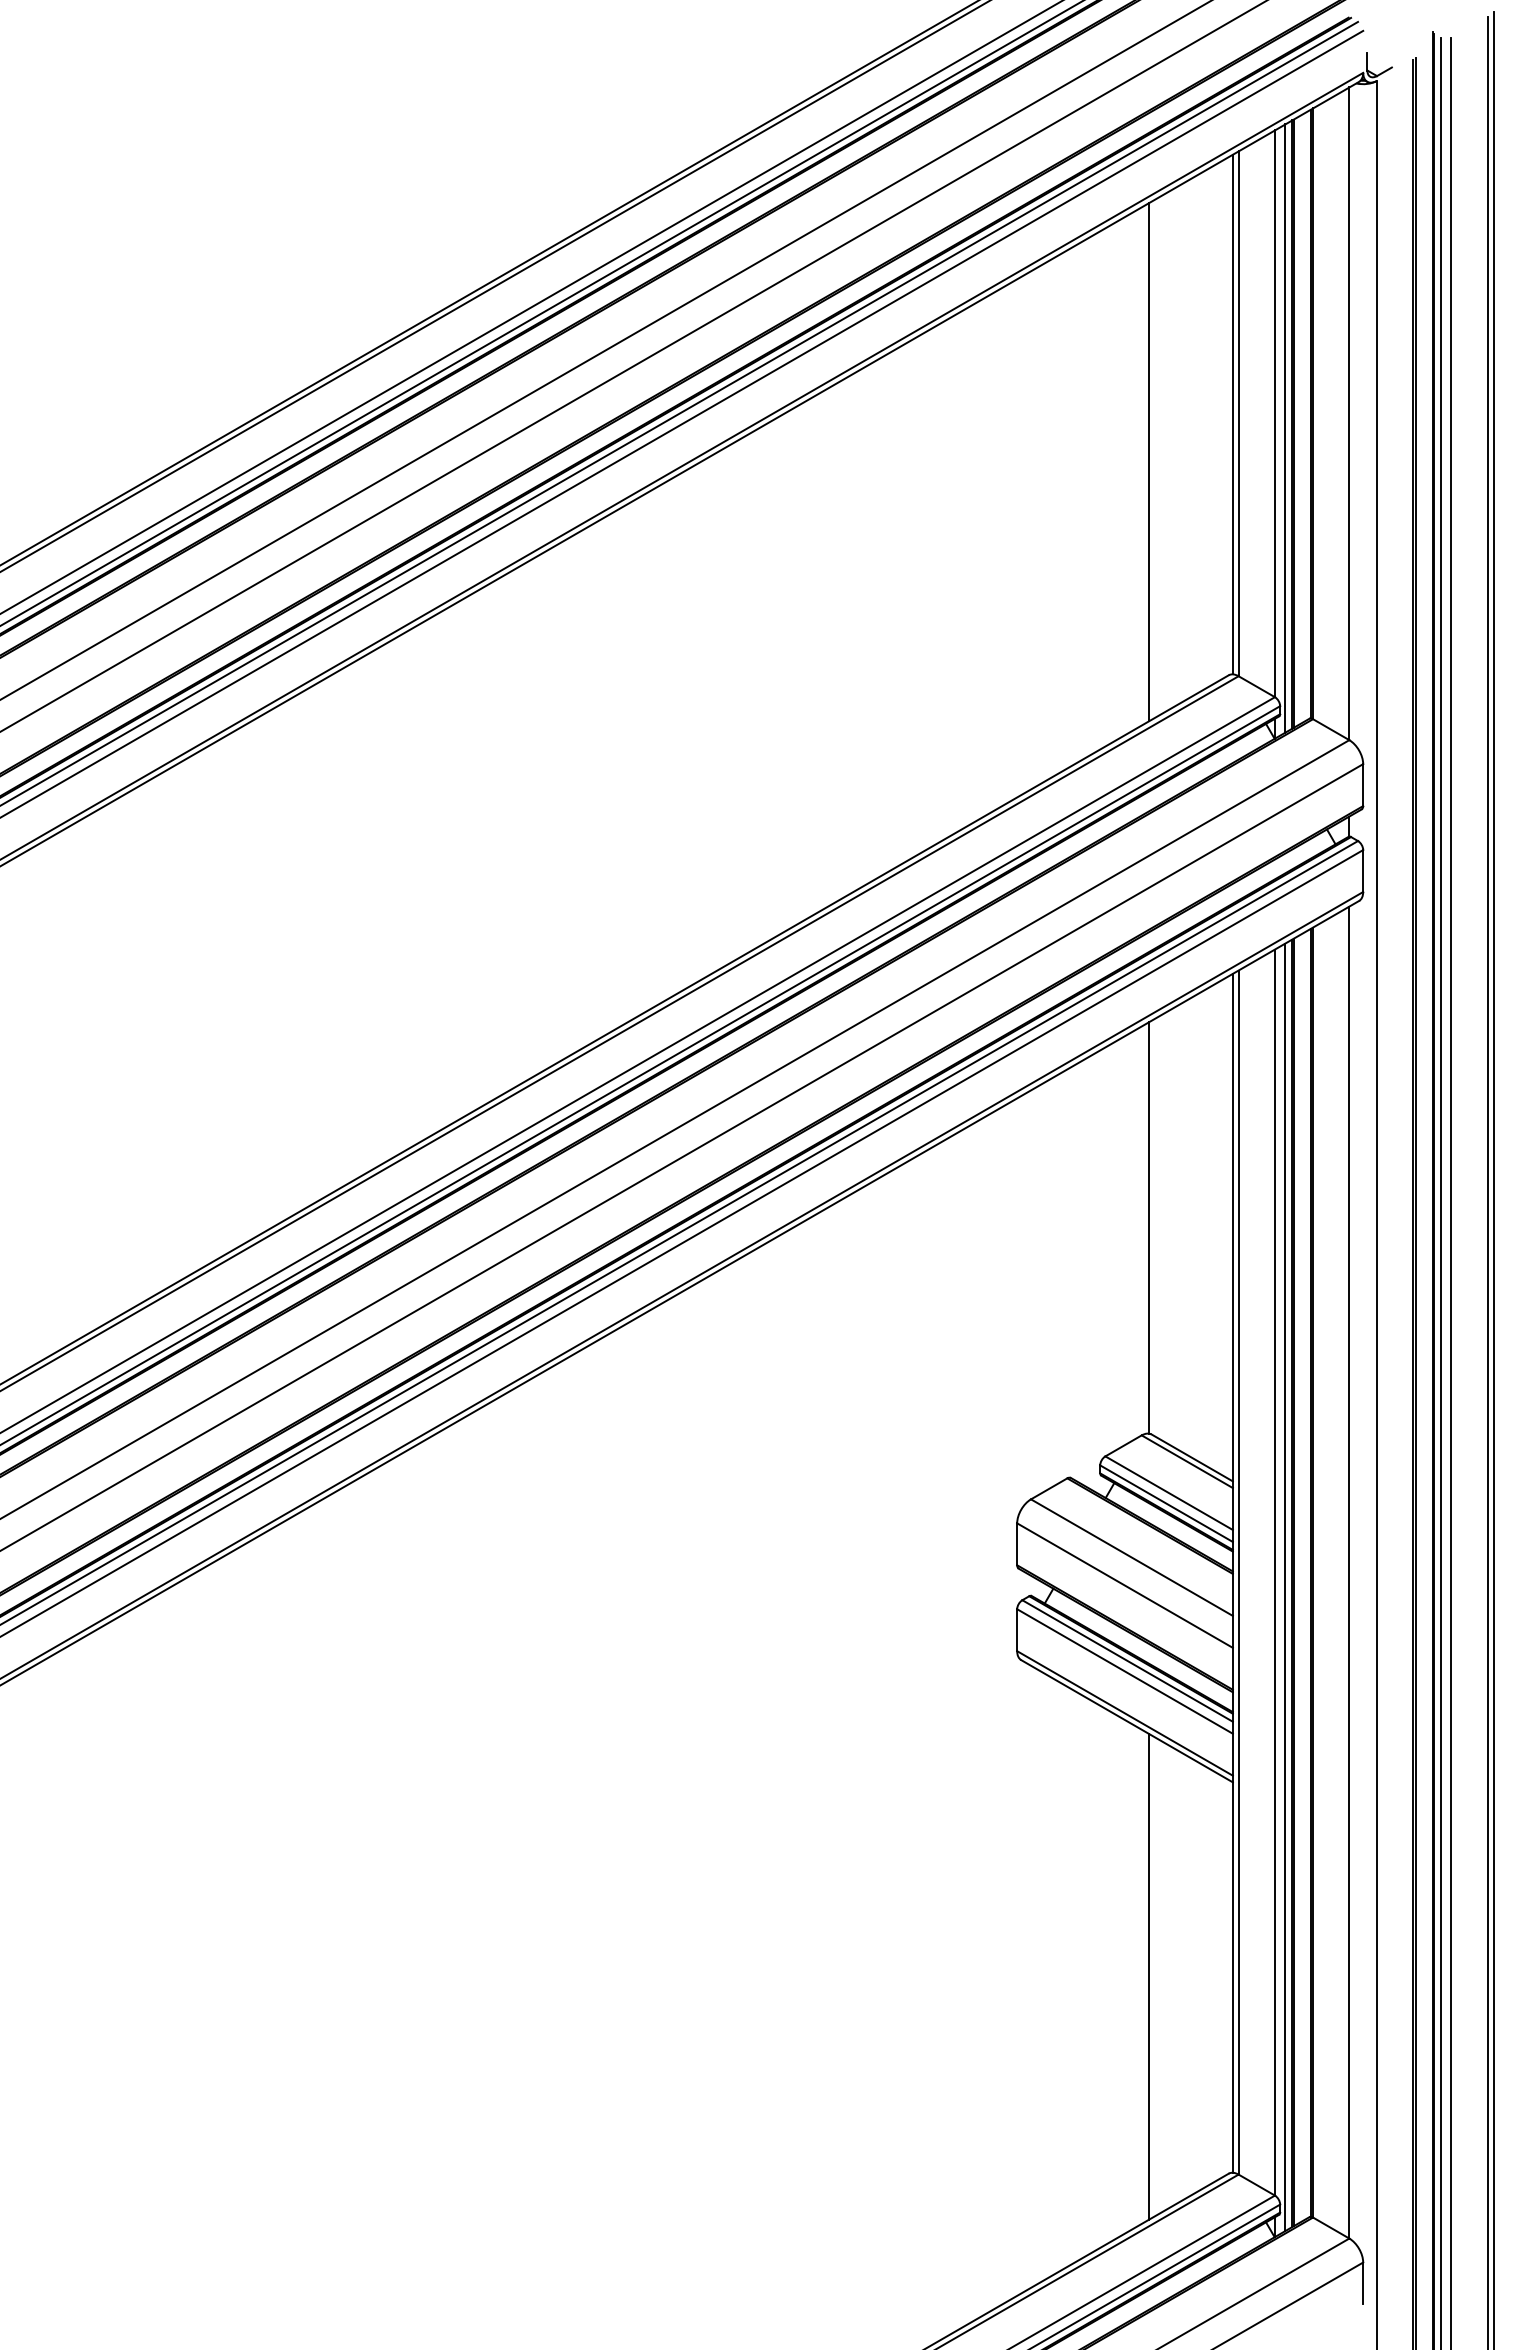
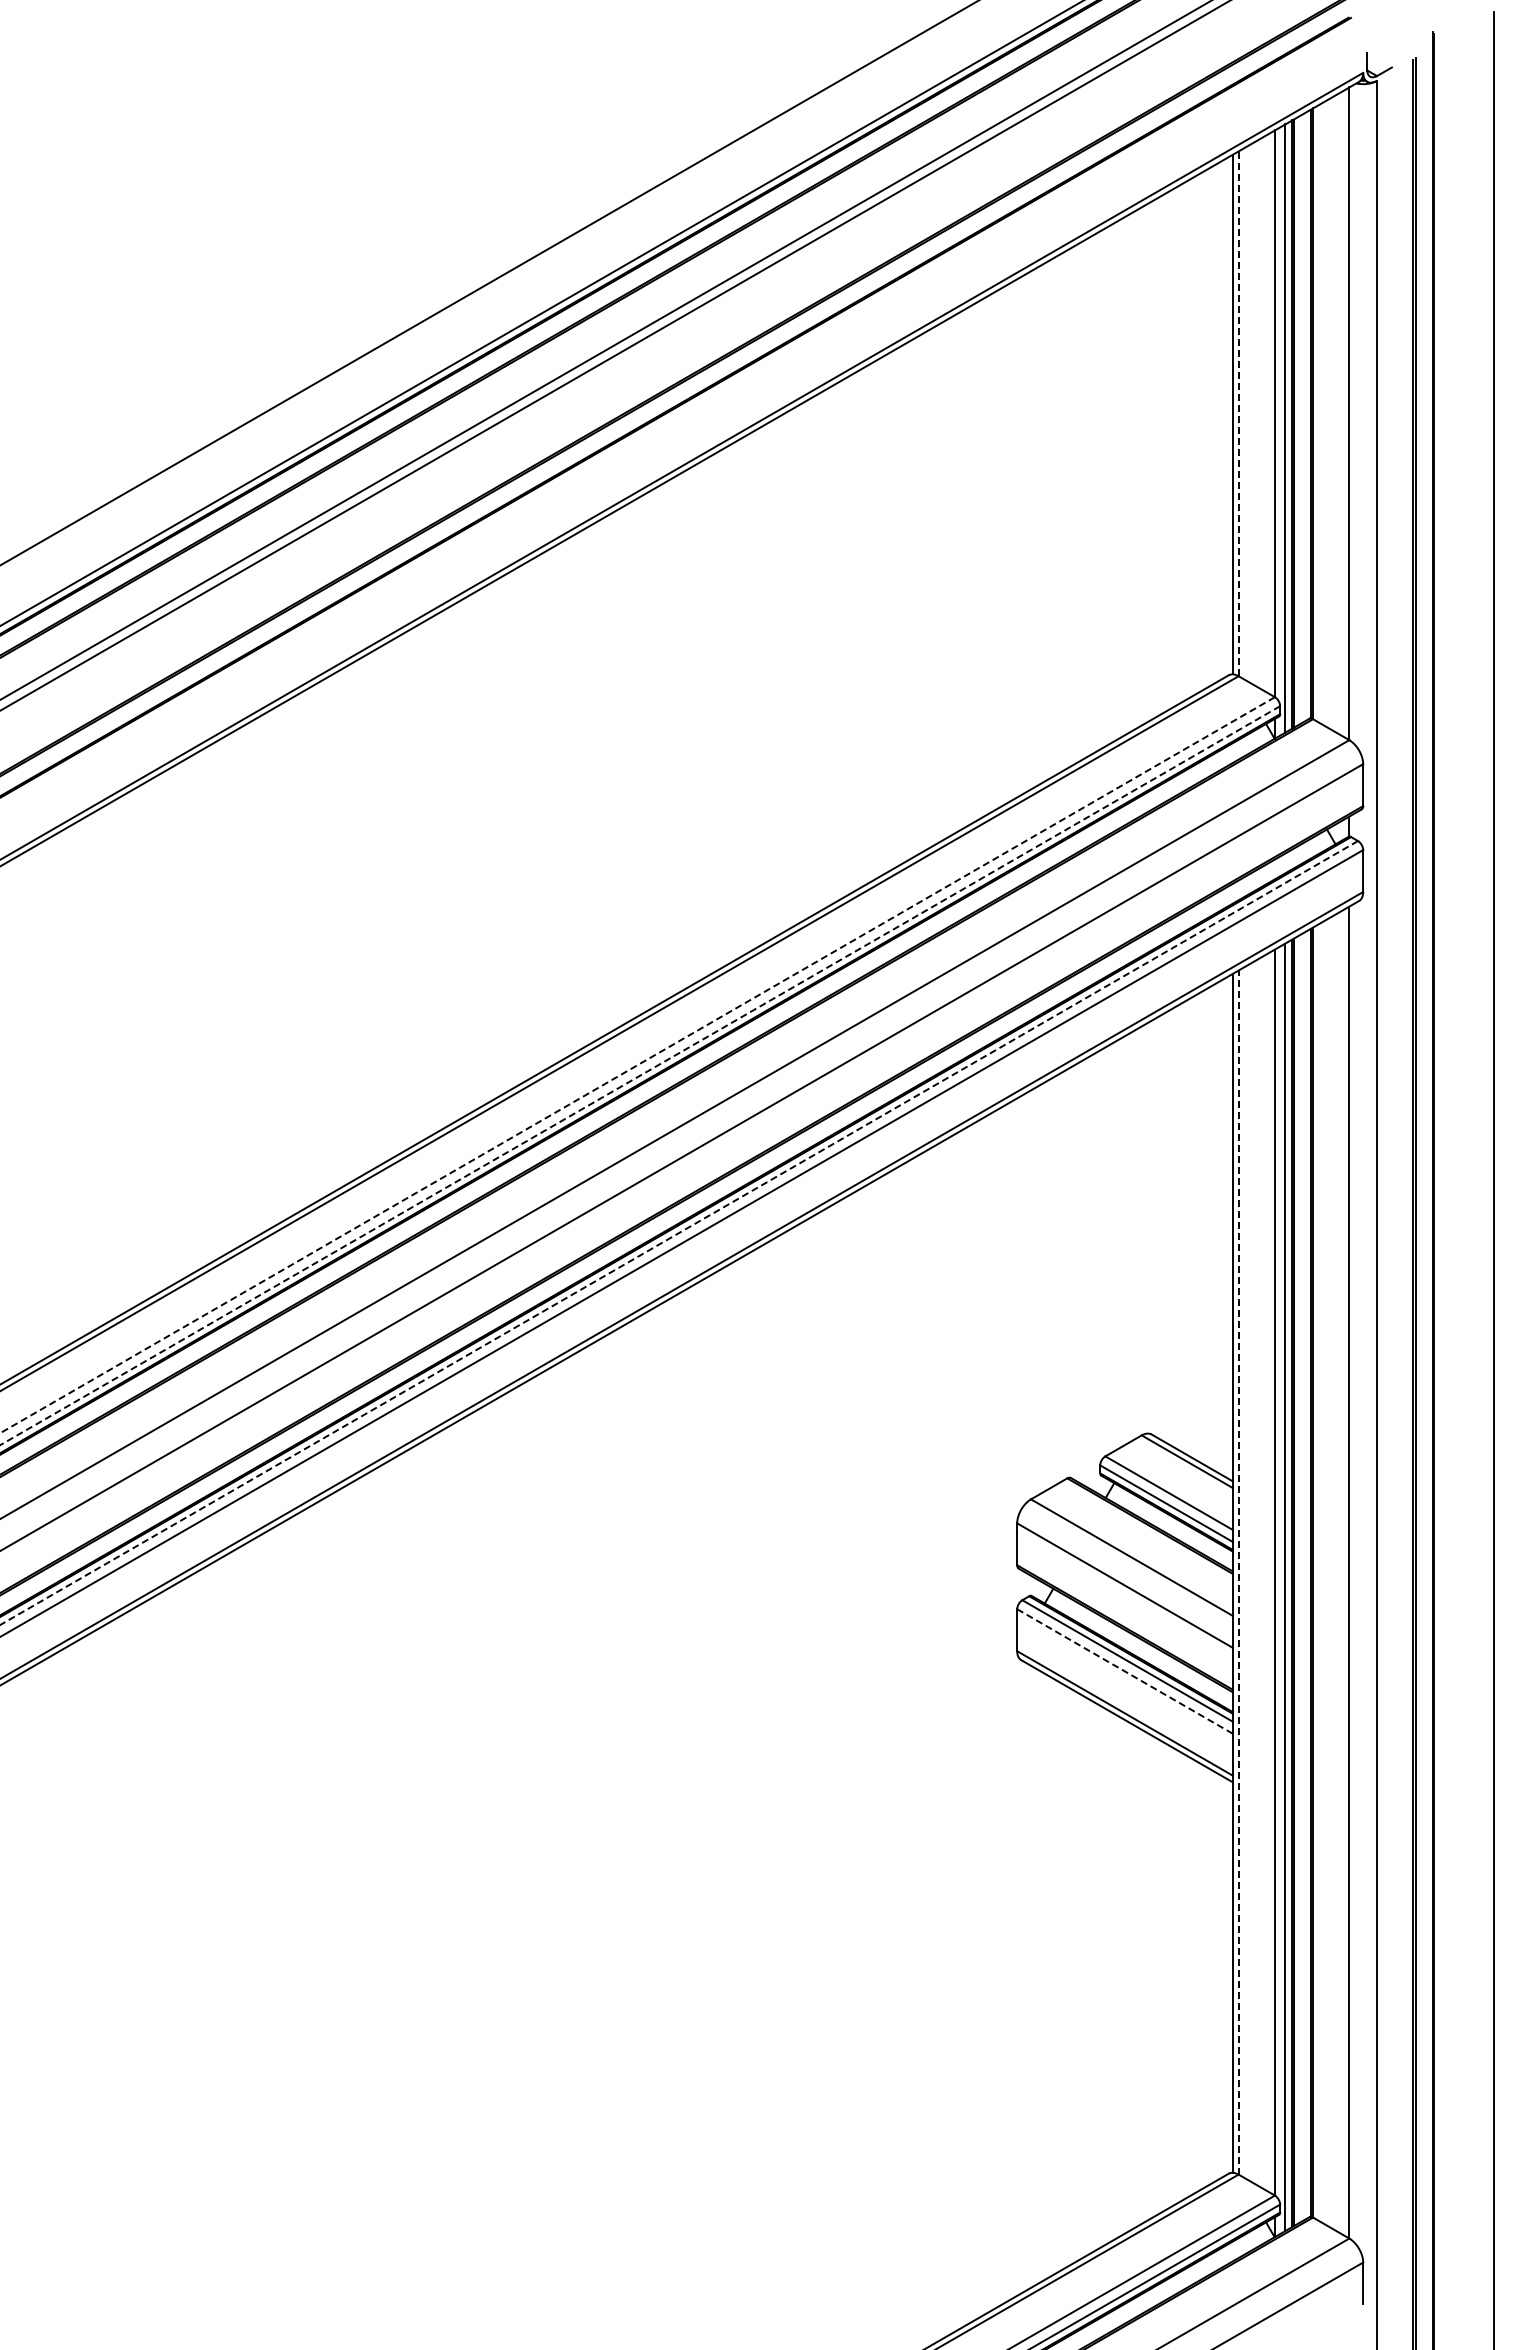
line at (494, 286): present -> none
line at (531, 307): present -> none
line at (633, 366) position: (633, 366) -> (614, 355)
line at (680, 412): present -> none
line at (1238, 413): solid -> dashed
line at (682, 423): present -> none
line at (1149, 461): present -> none
line at (637, 1065): solid -> dashed
line at (640, 1075): solid -> dashed
line at (1487, 1181): present -> none
line at (1441, 1191): present -> none
line at (1451, 1191): present -> none
line at (1149, 1227): present -> none
line at (679, 1233): solid -> dashed
line at (1238, 1572): solid -> dashed
line at (1125, 1671): solid -> dashed
line at (1149, 1976): present -> none
